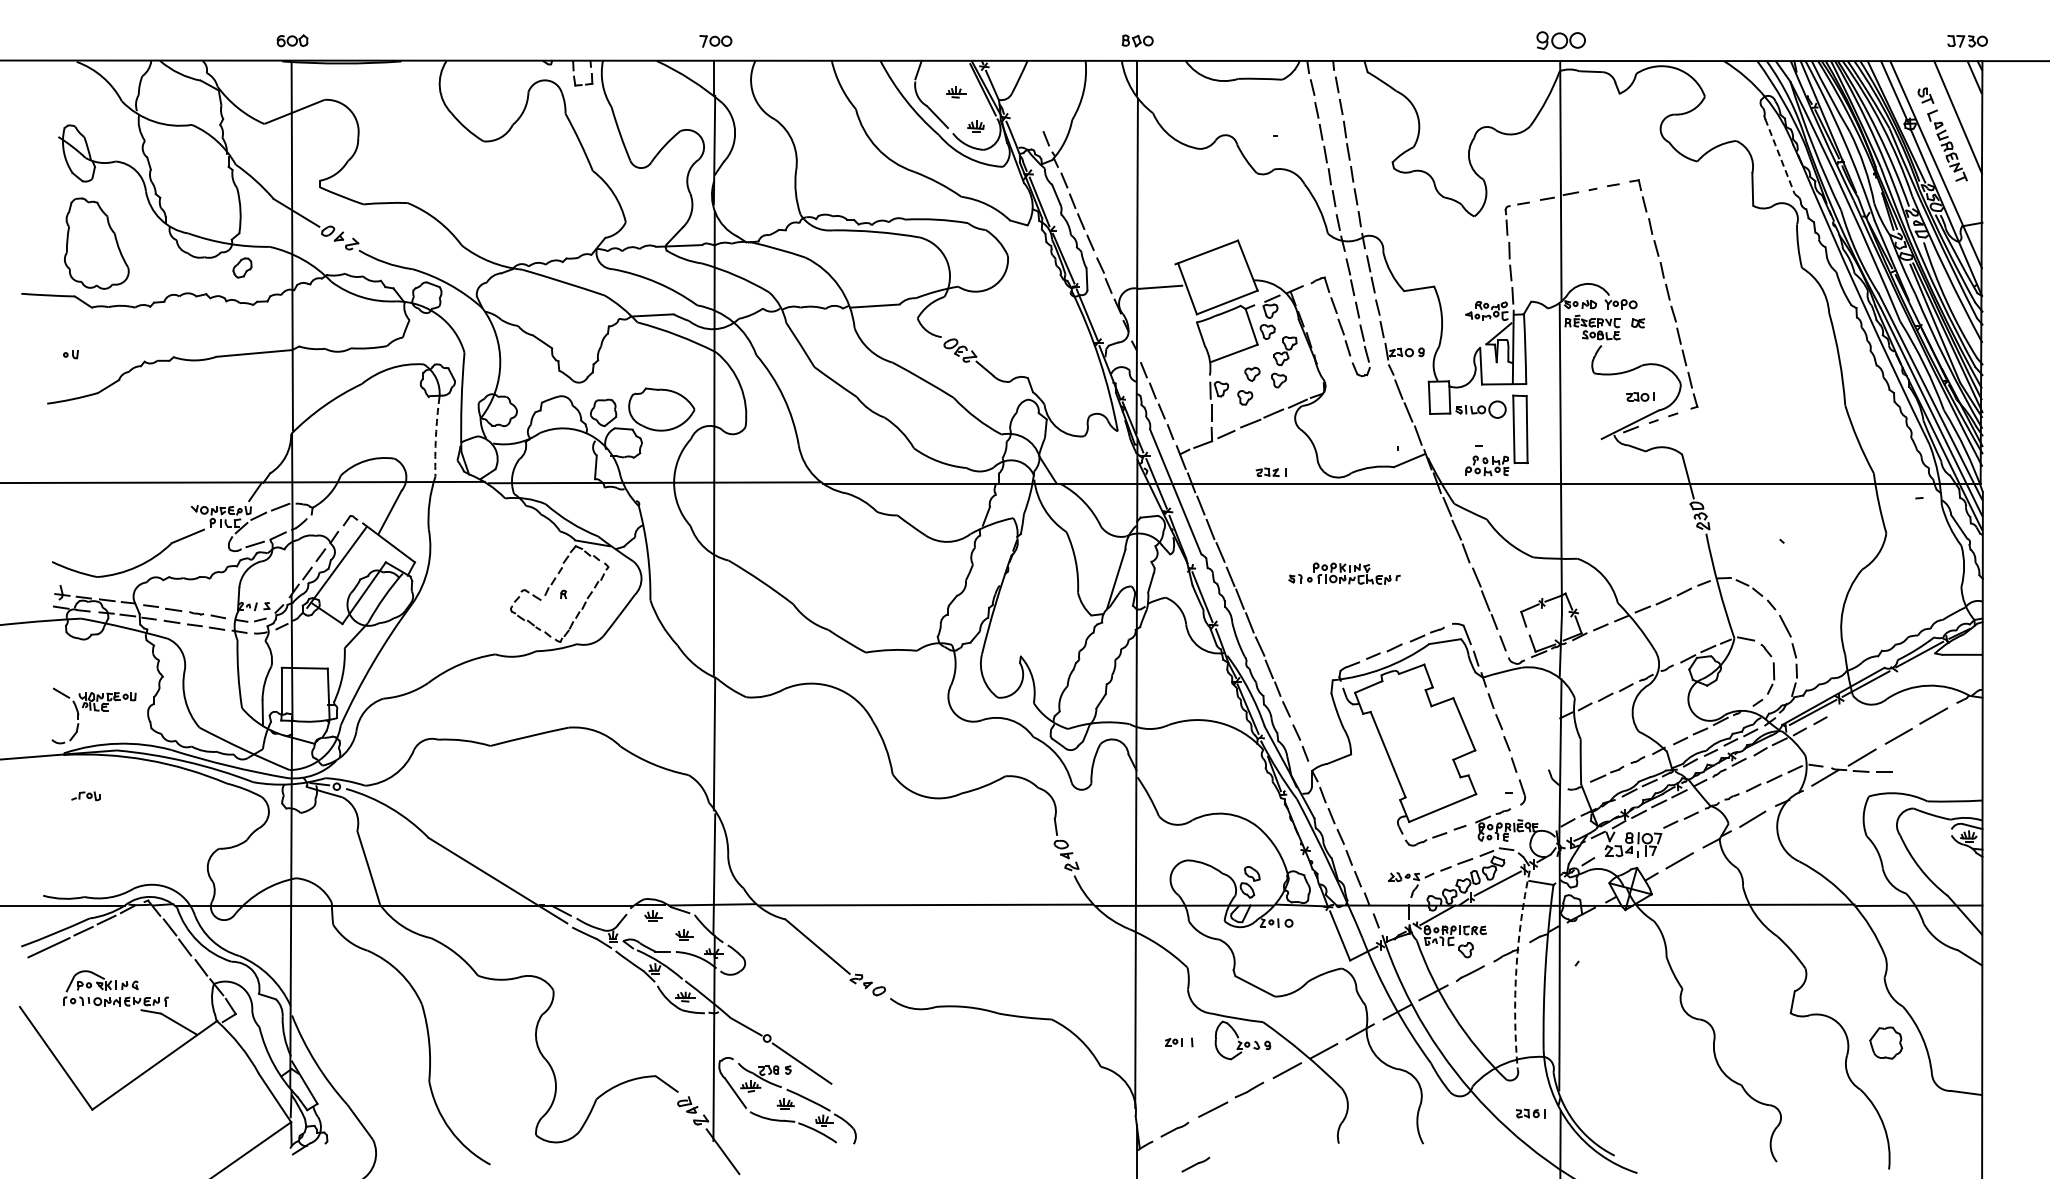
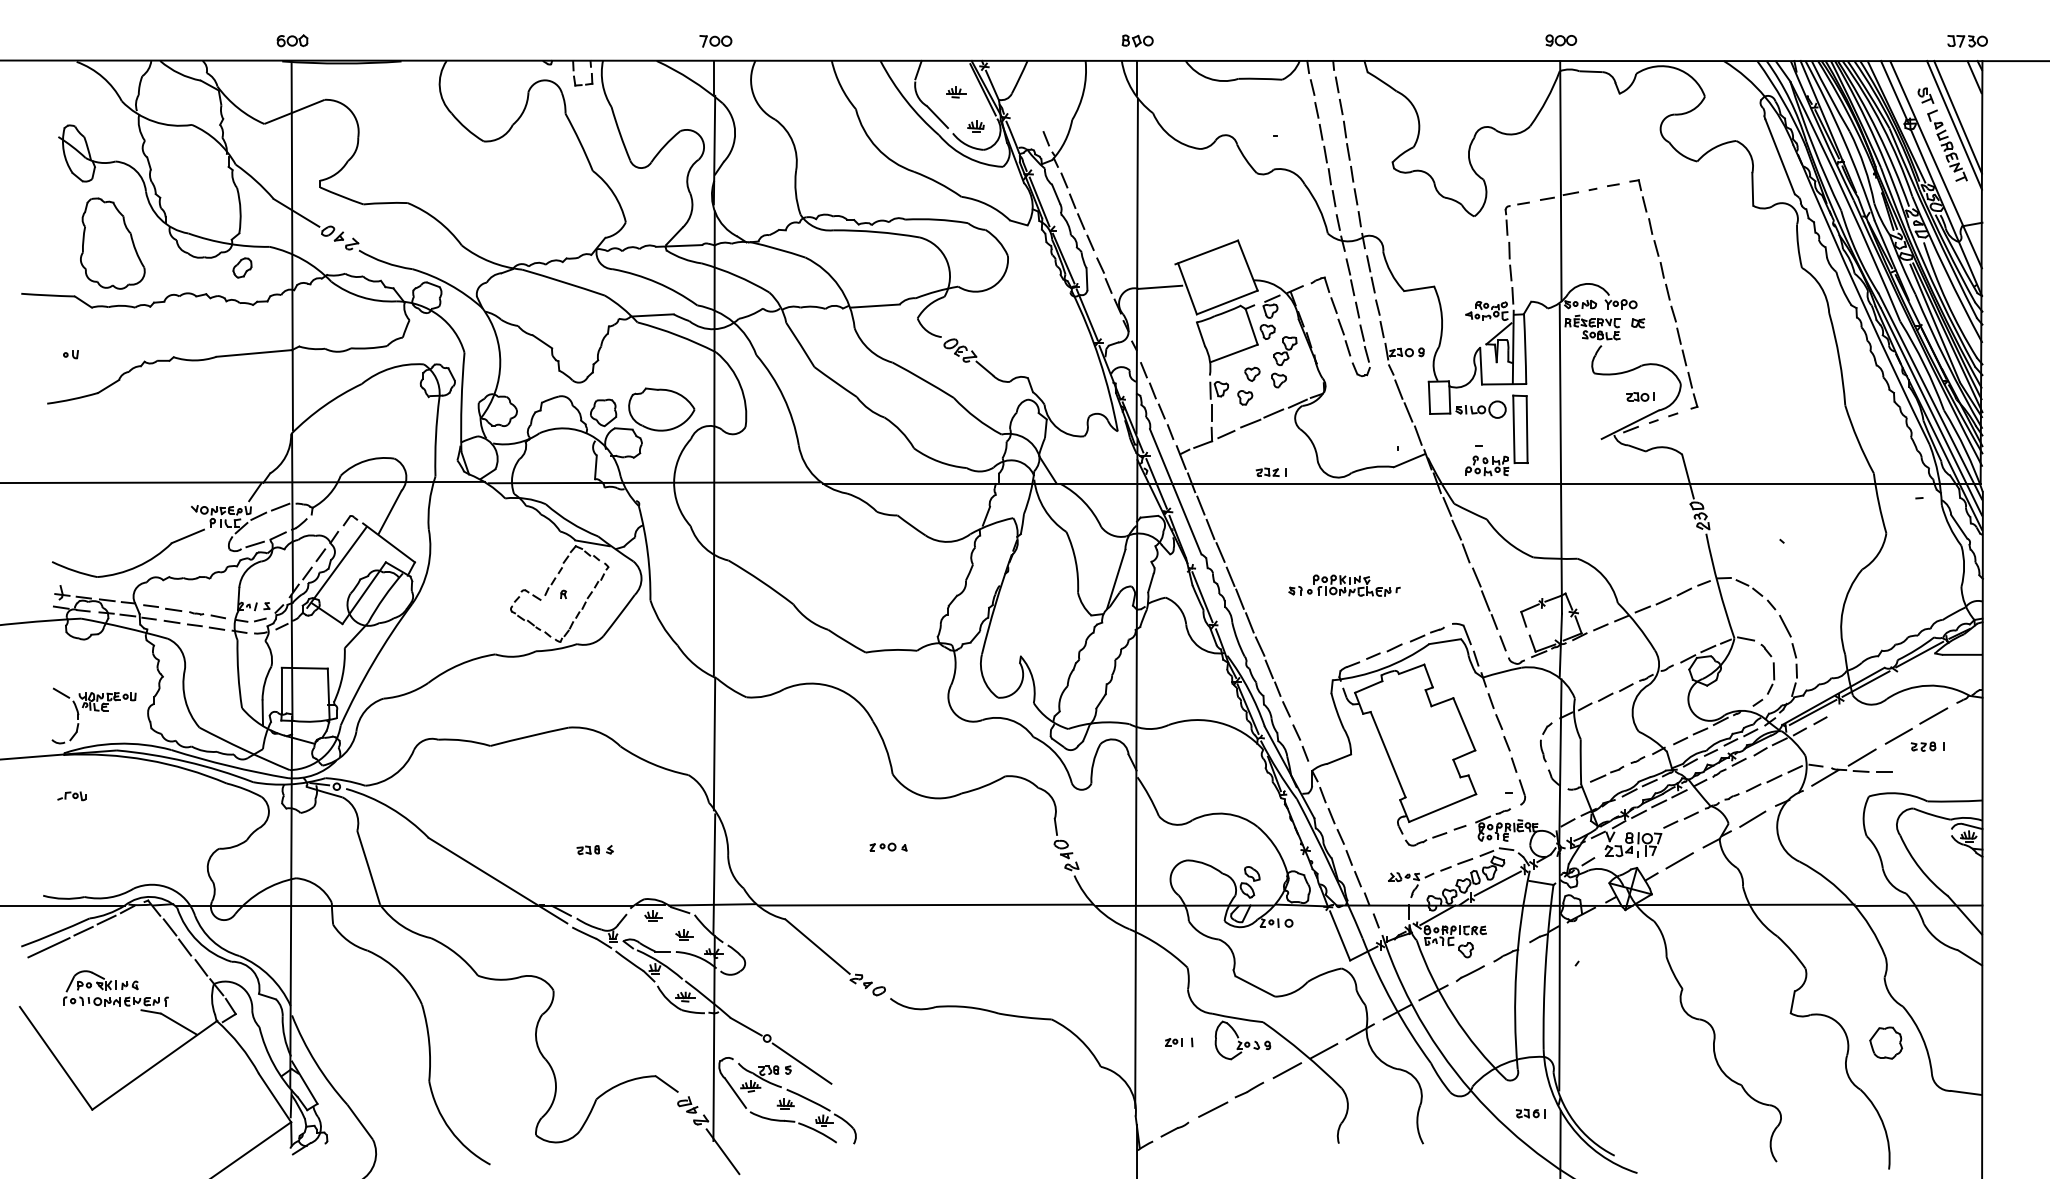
part at (1560, 40) size: 50x19 px -> 33x13 px
line at (1954, 124): none -> present
line at (1780, 157): dashed -> solid
part at (96, 243) position: (96, 243) -> (112, 243)
arc at (435, 436): dashed -> solid
part at (1344, 573) position: (1344, 573) -> (1344, 585)
part at (1545, 742): none -> present
part at (1927, 746): none -> present
part at (85, 796) position: (85, 796) -> (71, 796)
part at (888, 846): none -> present
part at (594, 850): none -> present
arc at (1516, 969): dashed -> solid
line at (1195, 1164): present -> none
